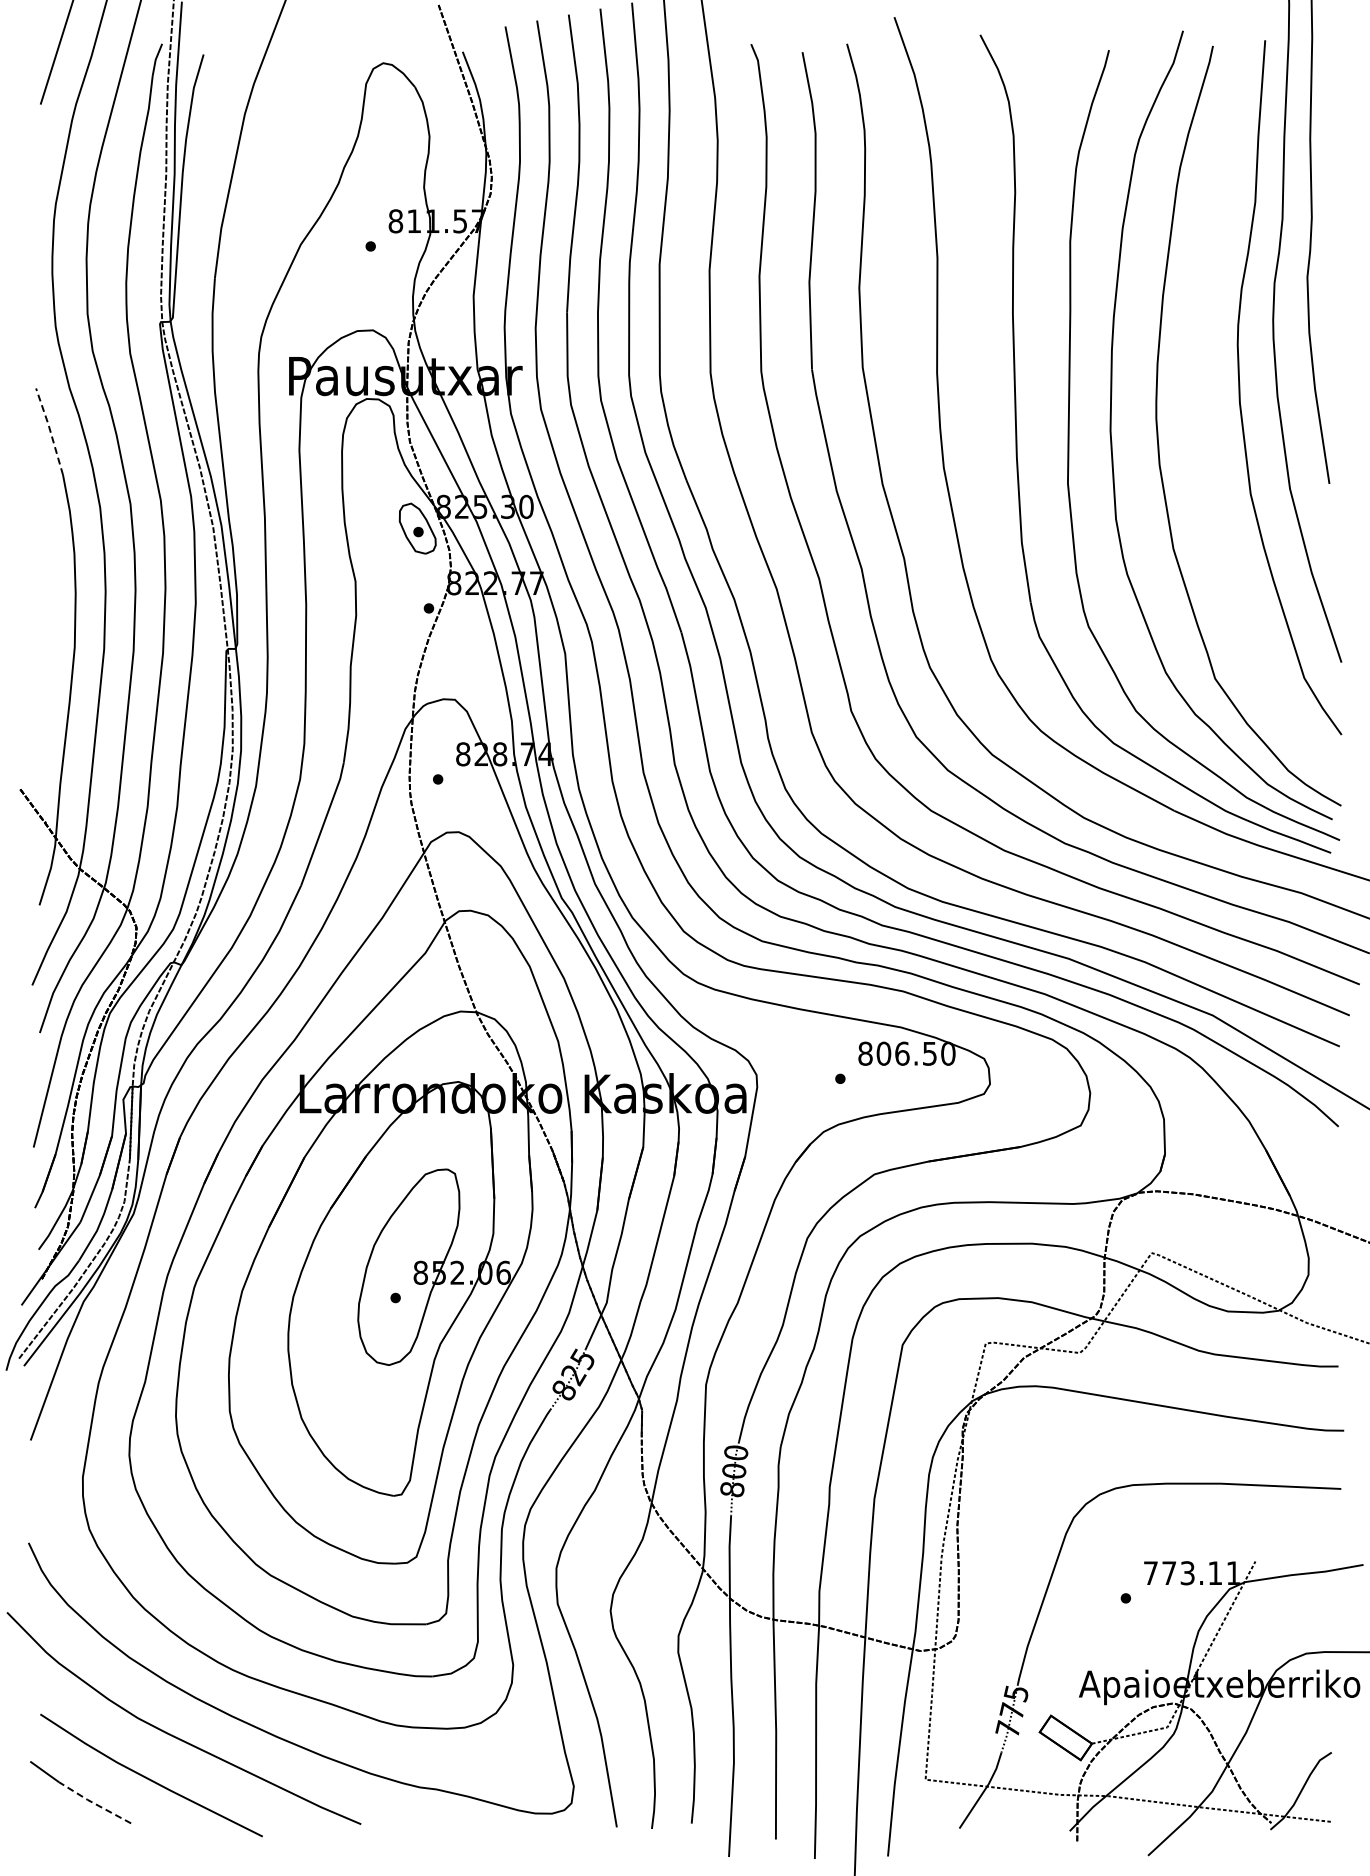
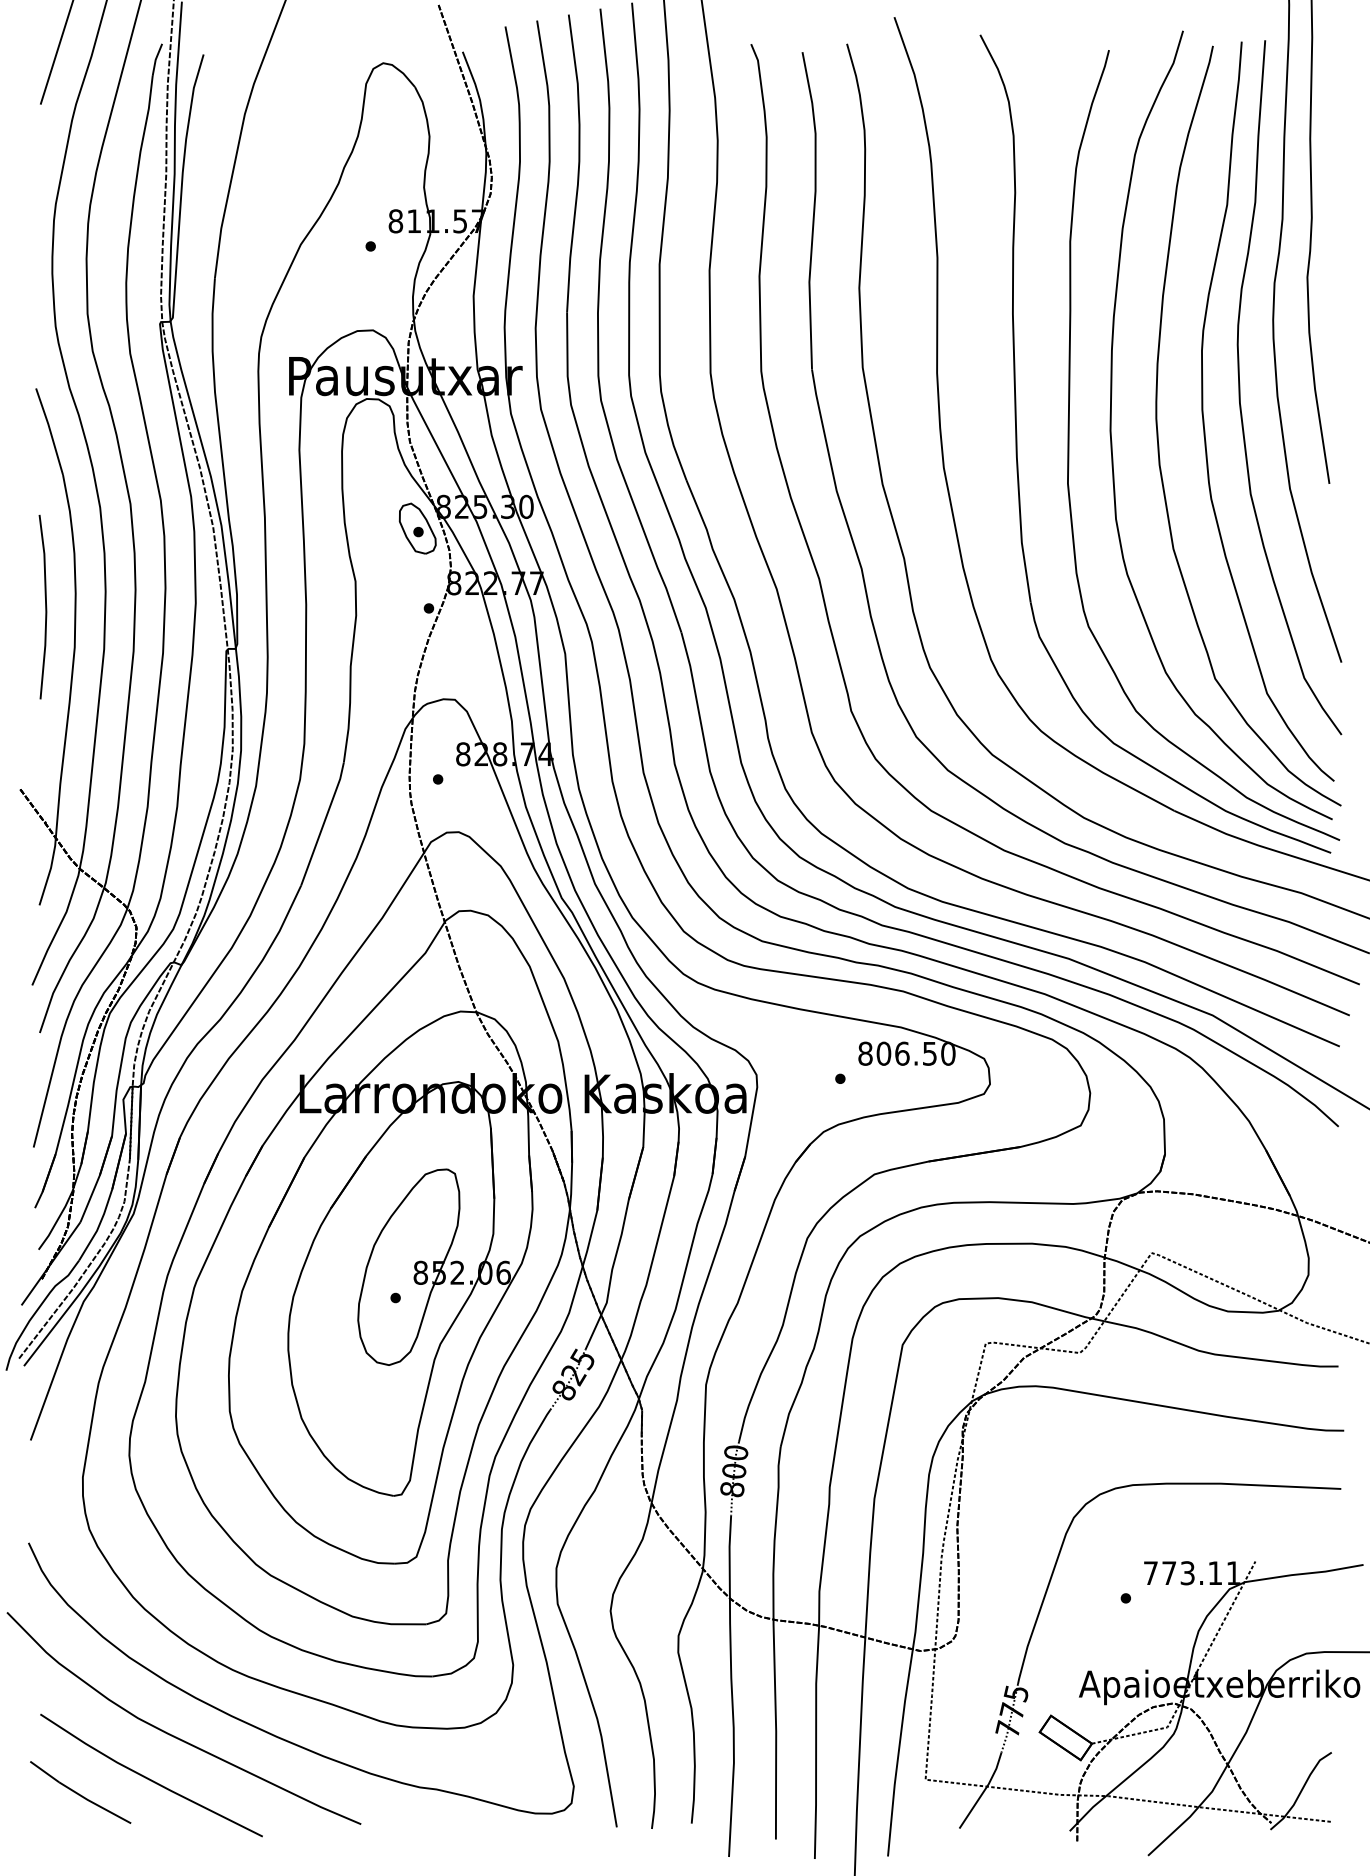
curve at (1204, 419): none -> present
line at (50, 430): dashed -> solid
line at (45, 607): none -> present
line at (93, 1803): dashed -> solid
